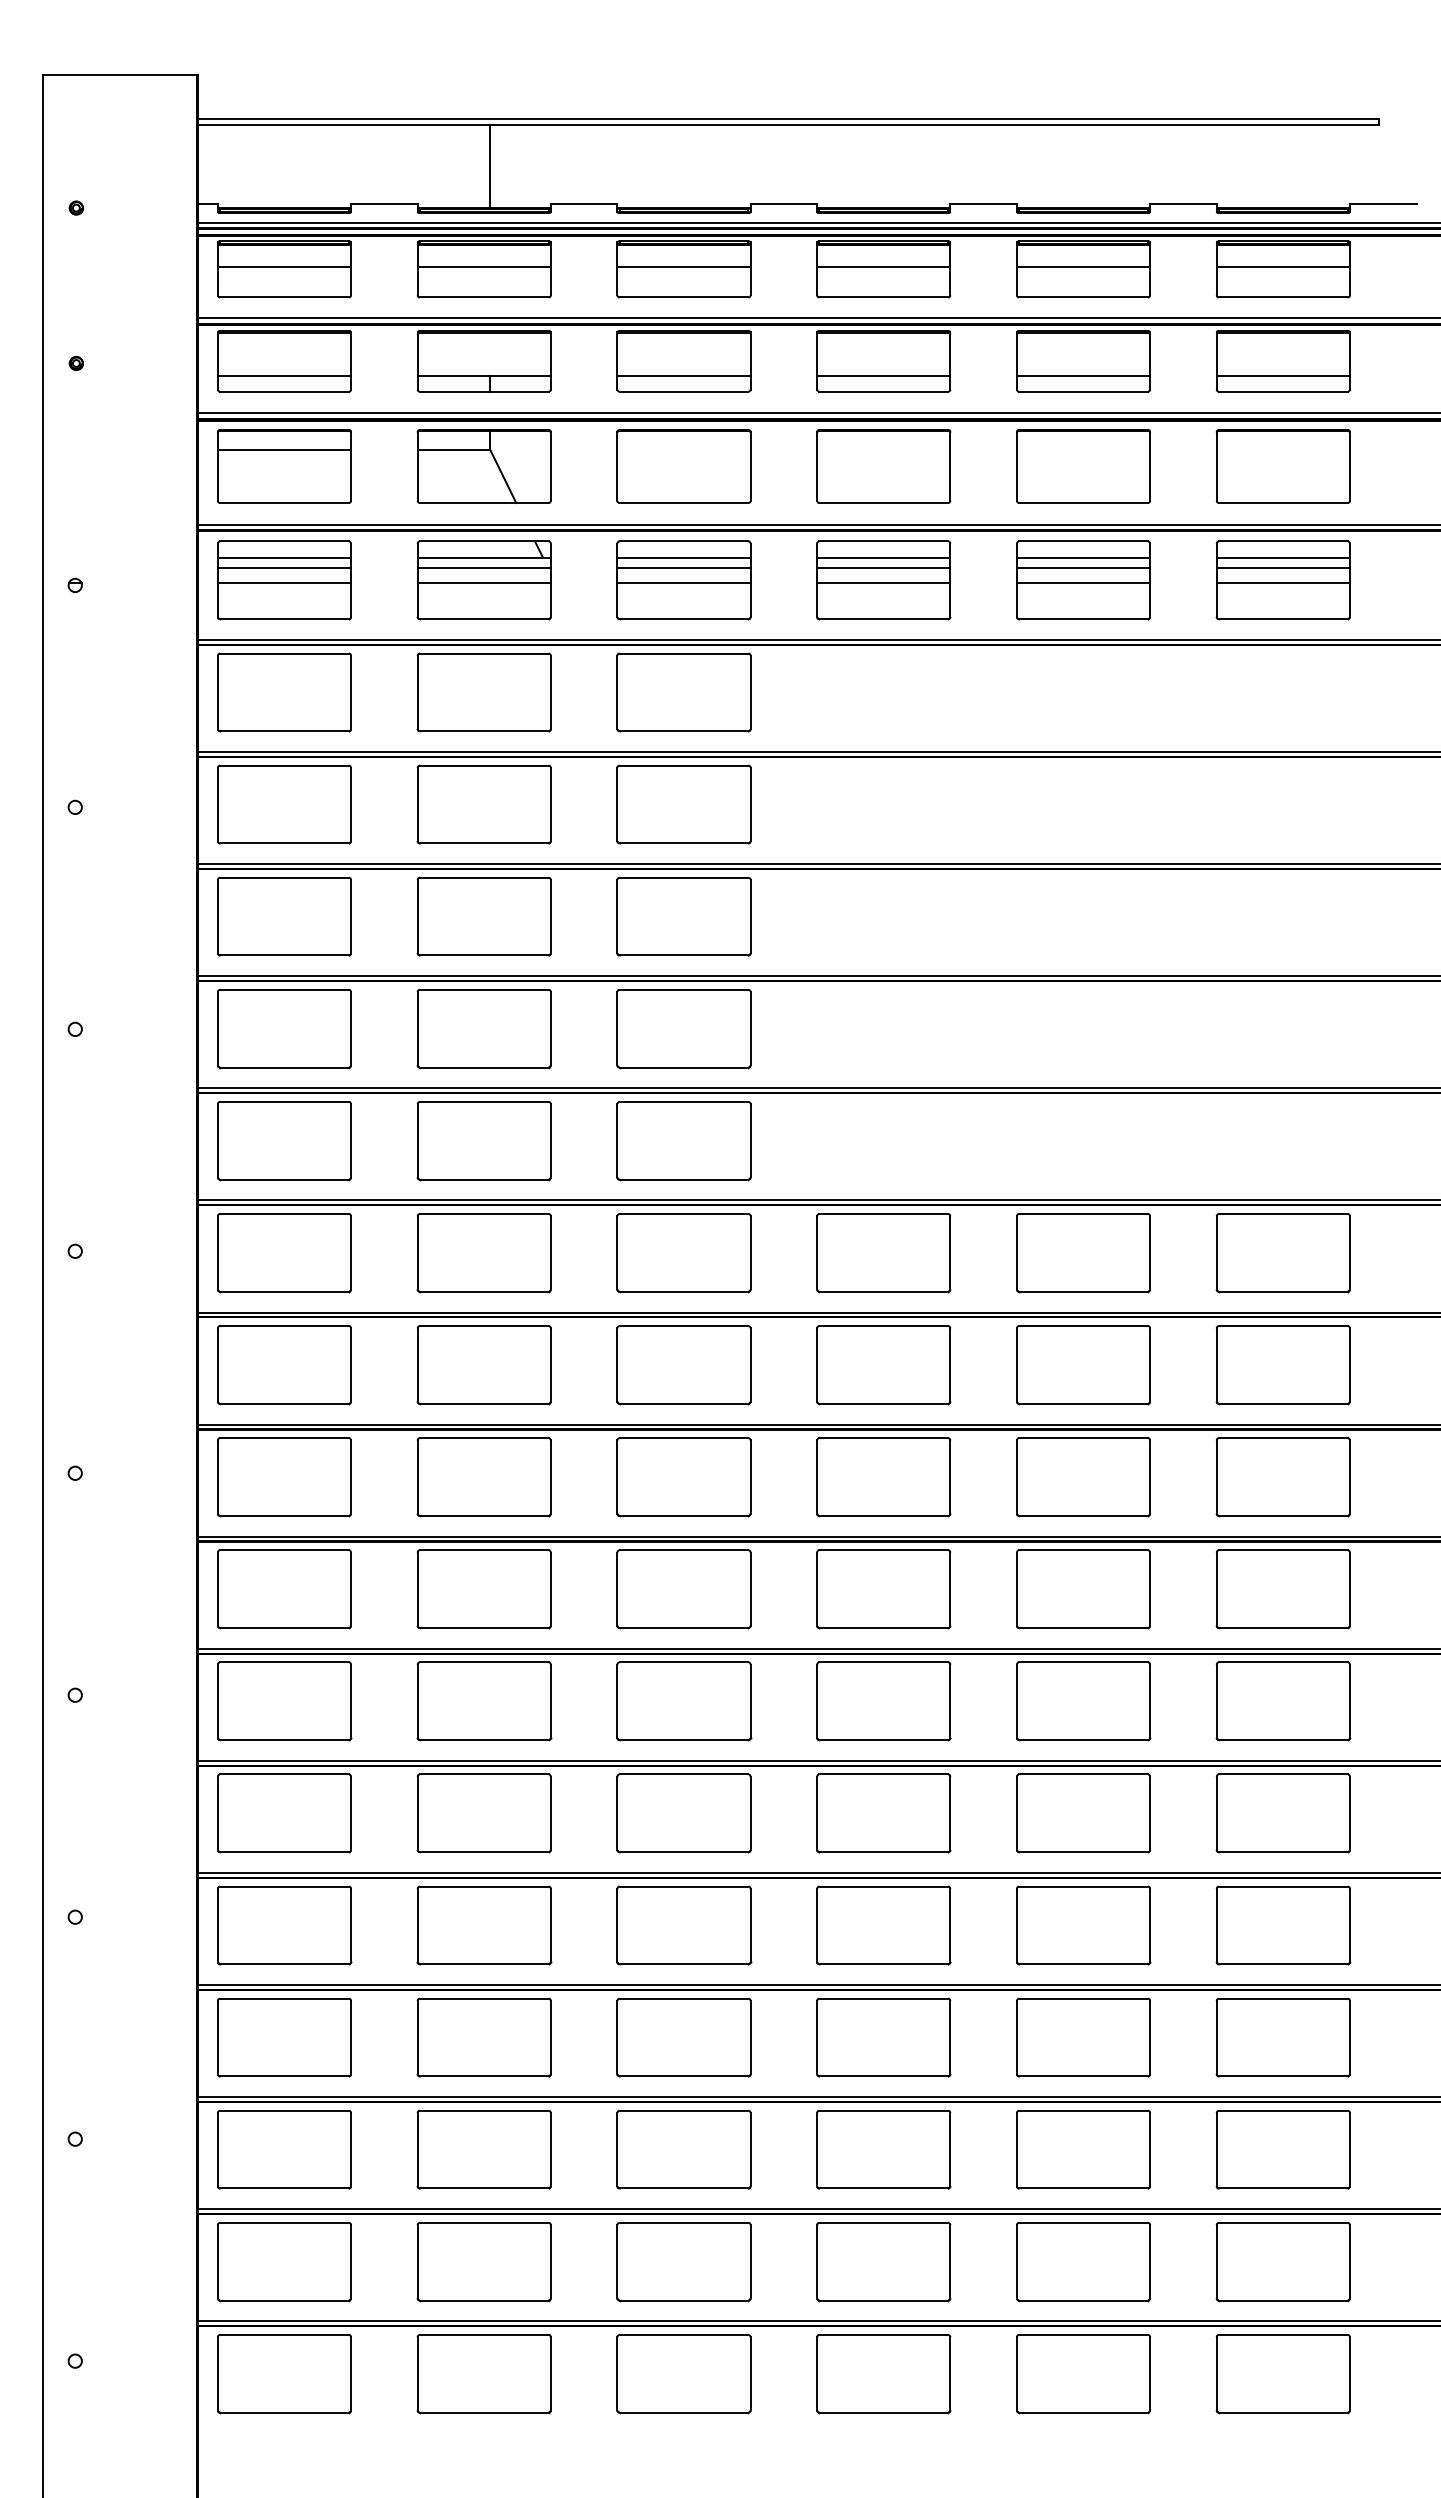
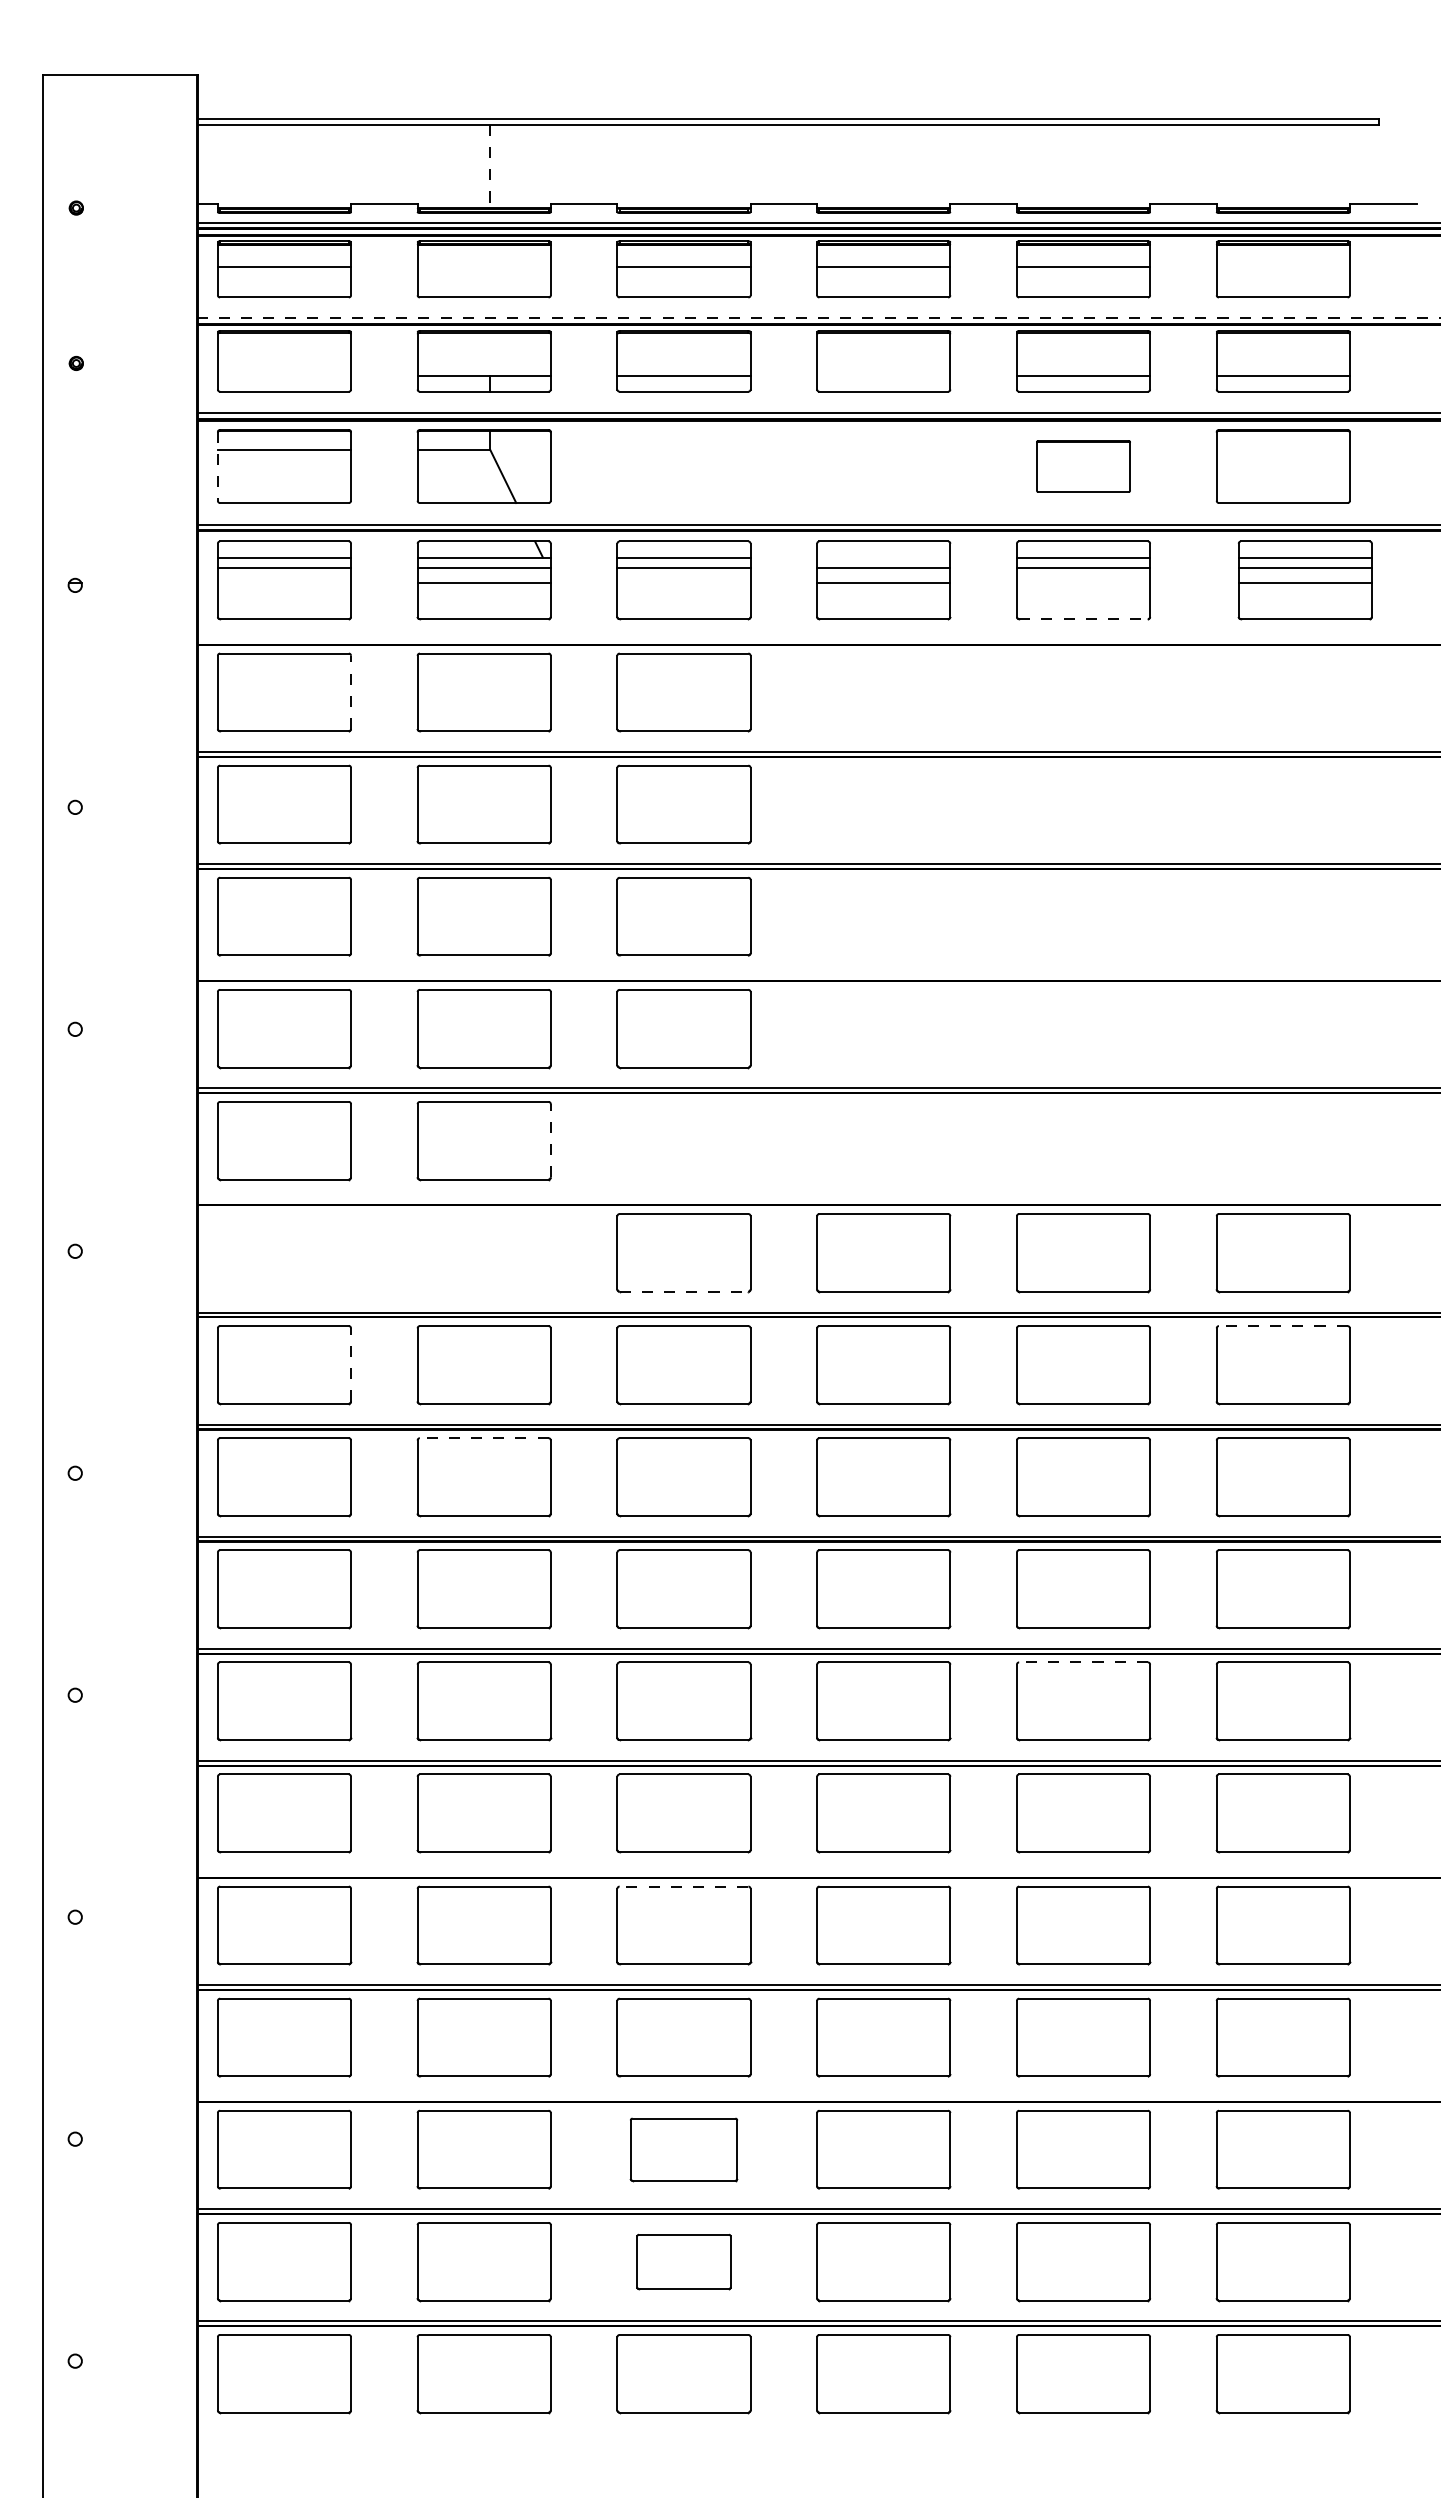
line at (490, 166): solid -> dashed
line at (483, 267): present -> none
line at (1282, 267): present -> none
line at (819, 318): solid -> dashed
line at (284, 376): present -> none
line at (883, 376): present -> none
line at (217, 466): solid -> dashed
part at (683, 466): present -> none
part at (883, 466): present -> none
part at (1083, 466) size: 135x75 px -> 95x53 px
line at (883, 557): present -> none
part at (1282, 580) position: (1282, 580) -> (1304, 580)
line at (284, 583): present -> none
line at (683, 583): present -> none
line at (1083, 583): present -> none
line at (1084, 619): solid -> dashed
line at (817, 639): present -> none
line at (351, 692): solid -> dashed
line at (817, 976): present -> none
line at (550, 1140): solid -> dashed
part at (683, 1141): present -> none
line at (817, 1200): present -> none
part at (284, 1253): present -> none
part at (483, 1253): present -> none
line at (684, 1291): solid -> dashed
line at (1282, 1326): solid -> dashed
line at (351, 1364): solid -> dashed
line at (483, 1438): solid -> dashed
line at (1083, 1662): solid -> dashed
line at (817, 1873): present -> none
line at (683, 1886): solid -> dashed
line at (817, 2097): present -> none
part at (683, 2149) size: 136x80 px -> 110x66 px
part at (683, 2262) size: 136x81 px -> 96x58 px
